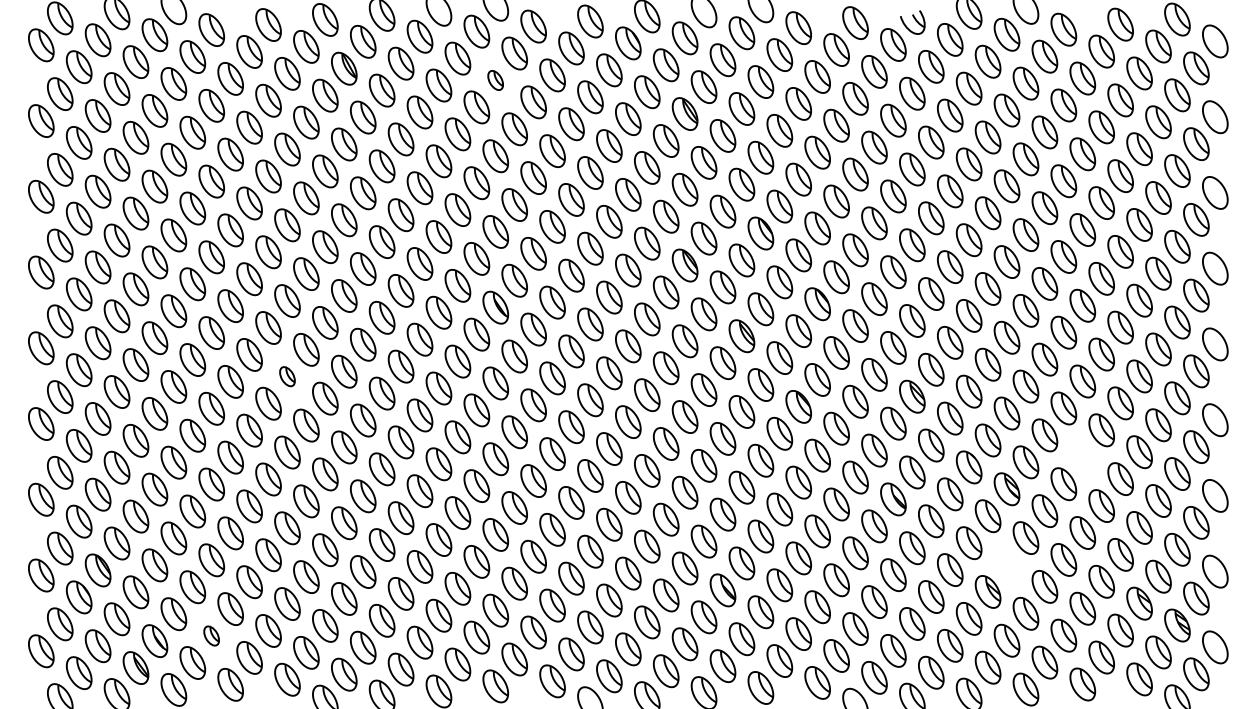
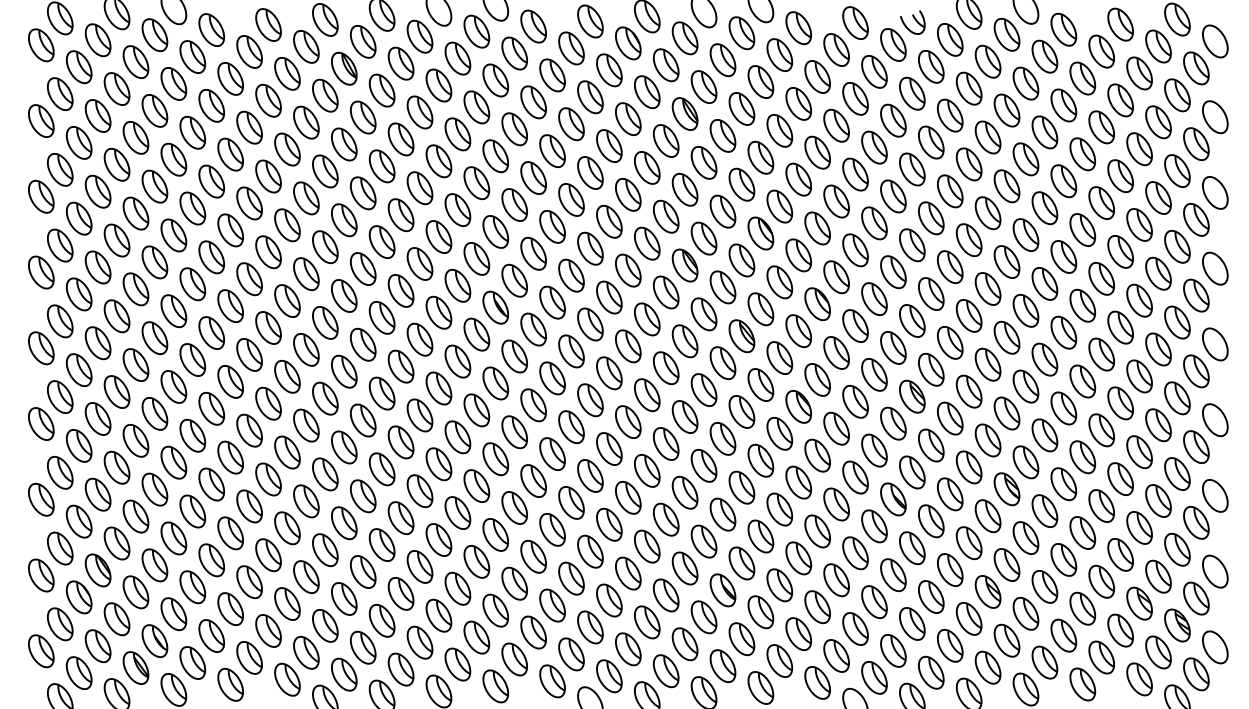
part at (495, 80) size: 17x21 px -> 27x35 px
part at (287, 376) size: 17x22 px -> 27x35 px
part at (1082, 457): none -> present
part at (1006, 564): none -> present
part at (211, 635) size: 17x22 px -> 27x34 px
